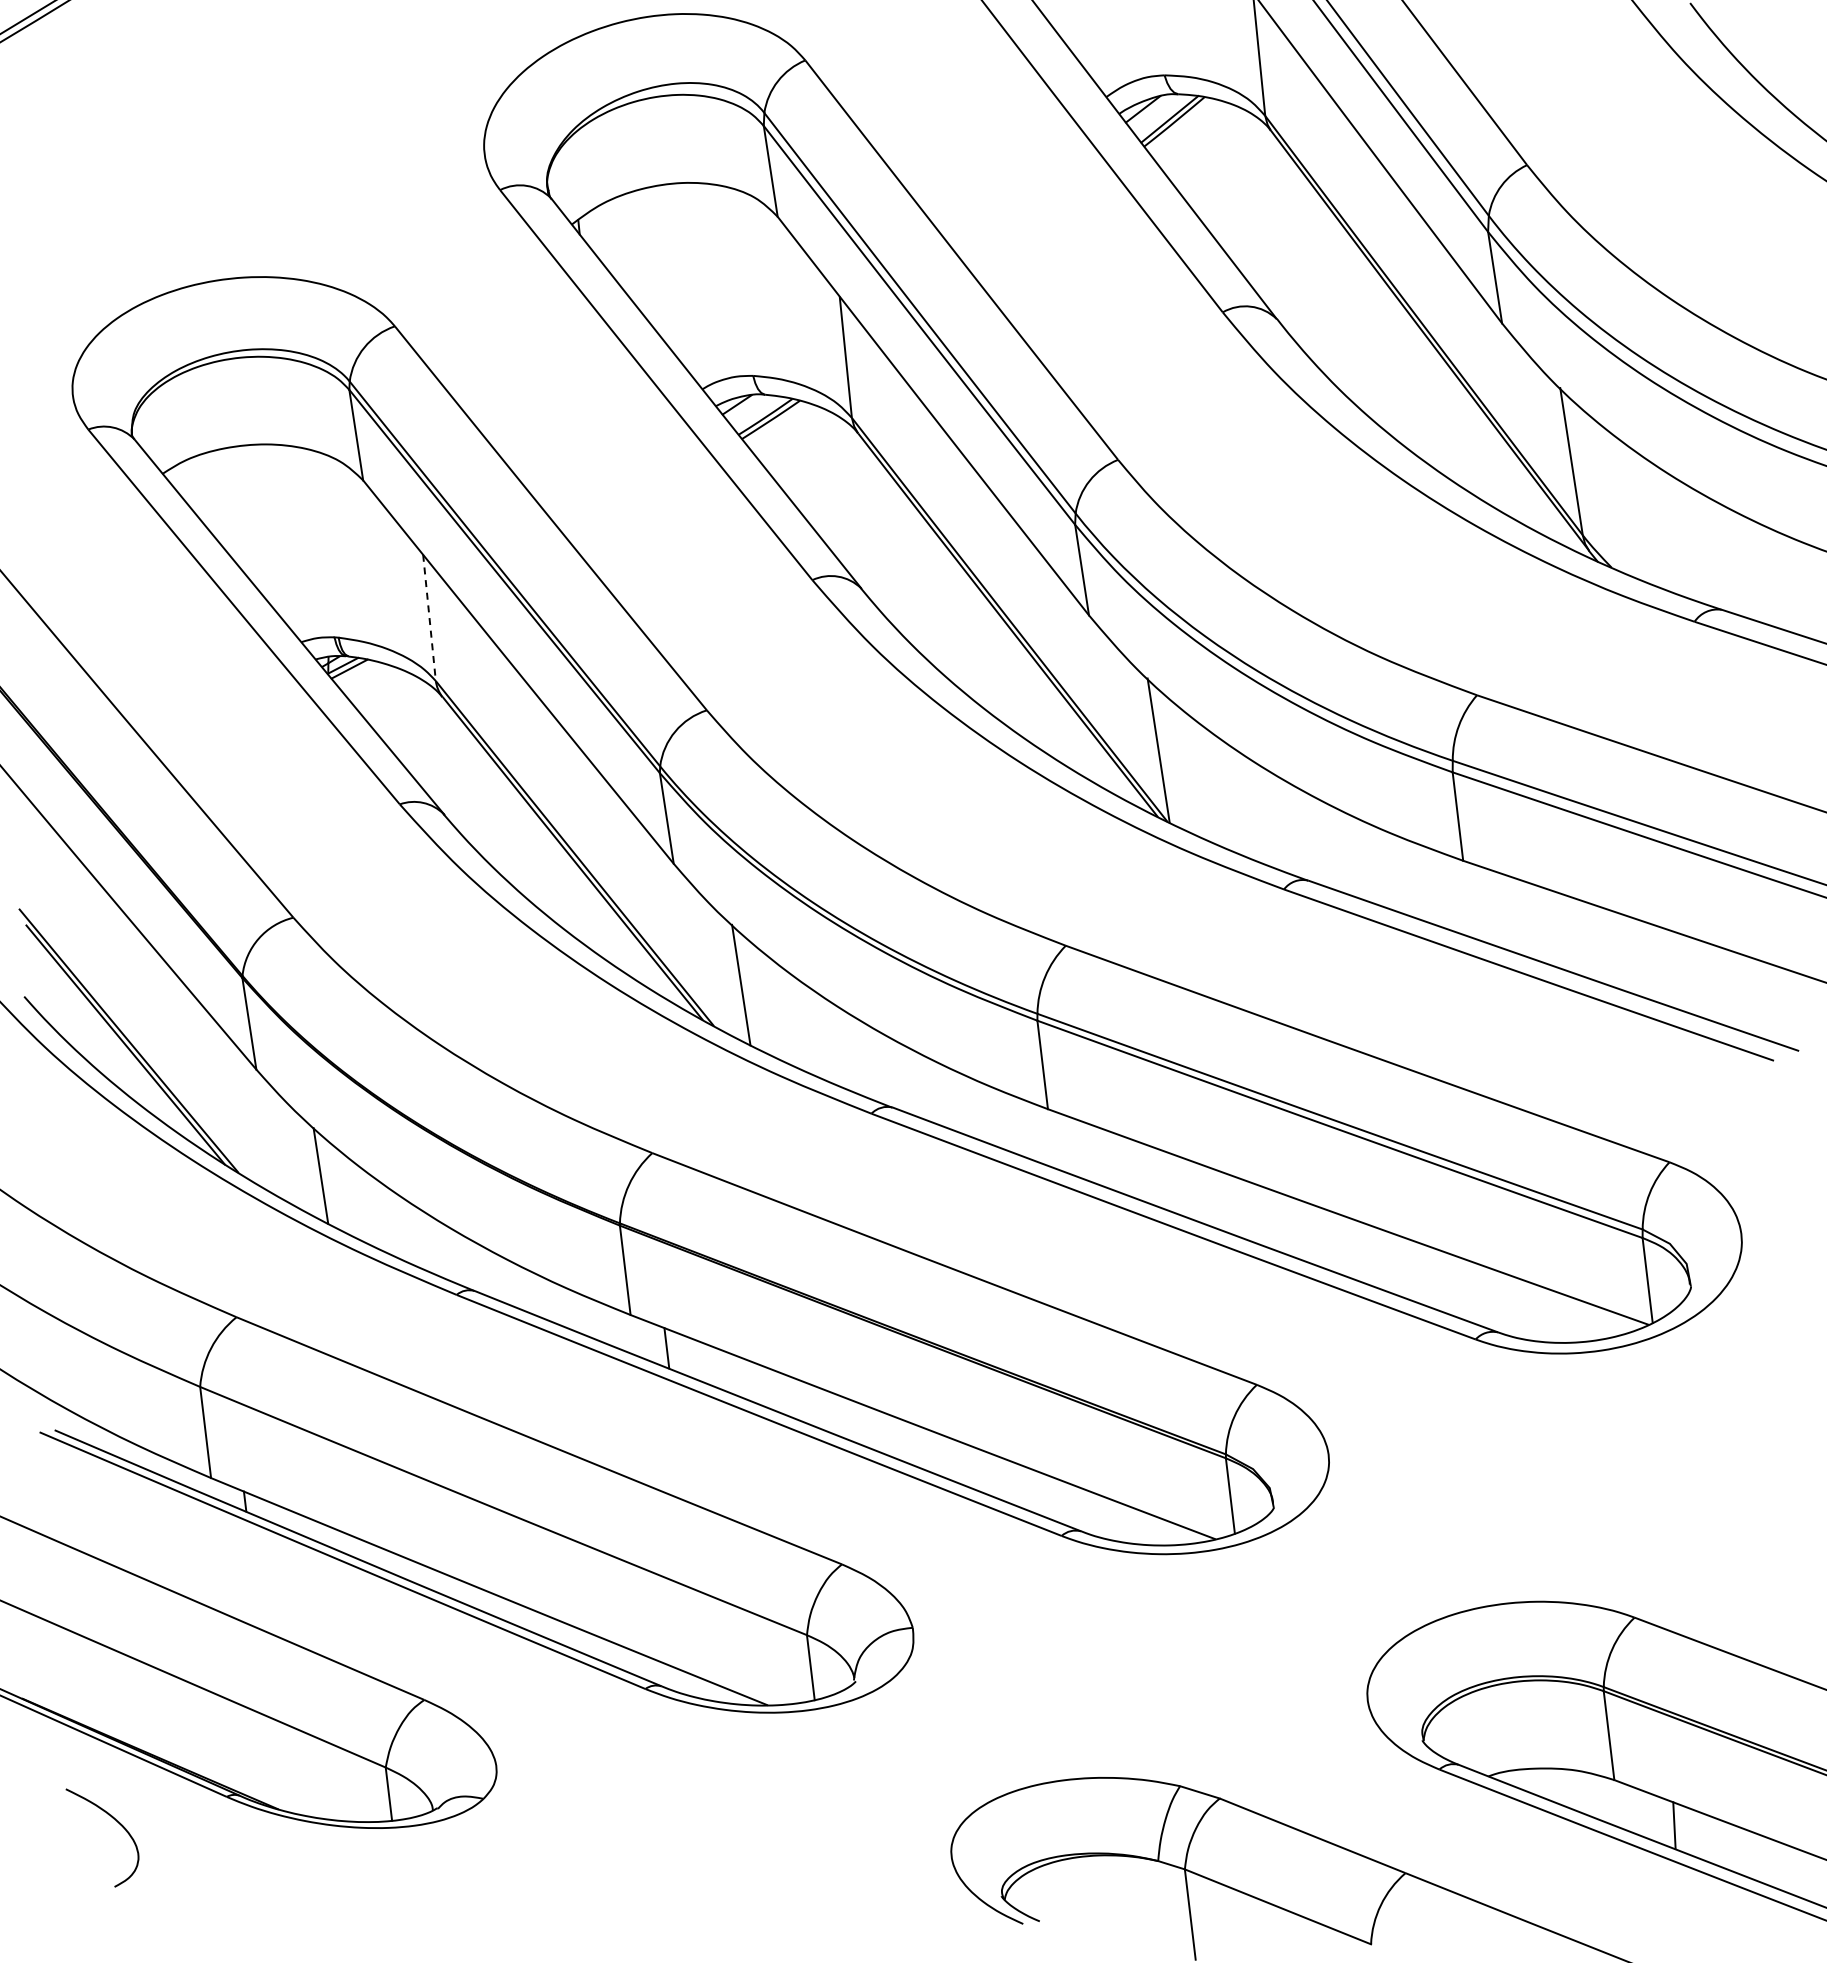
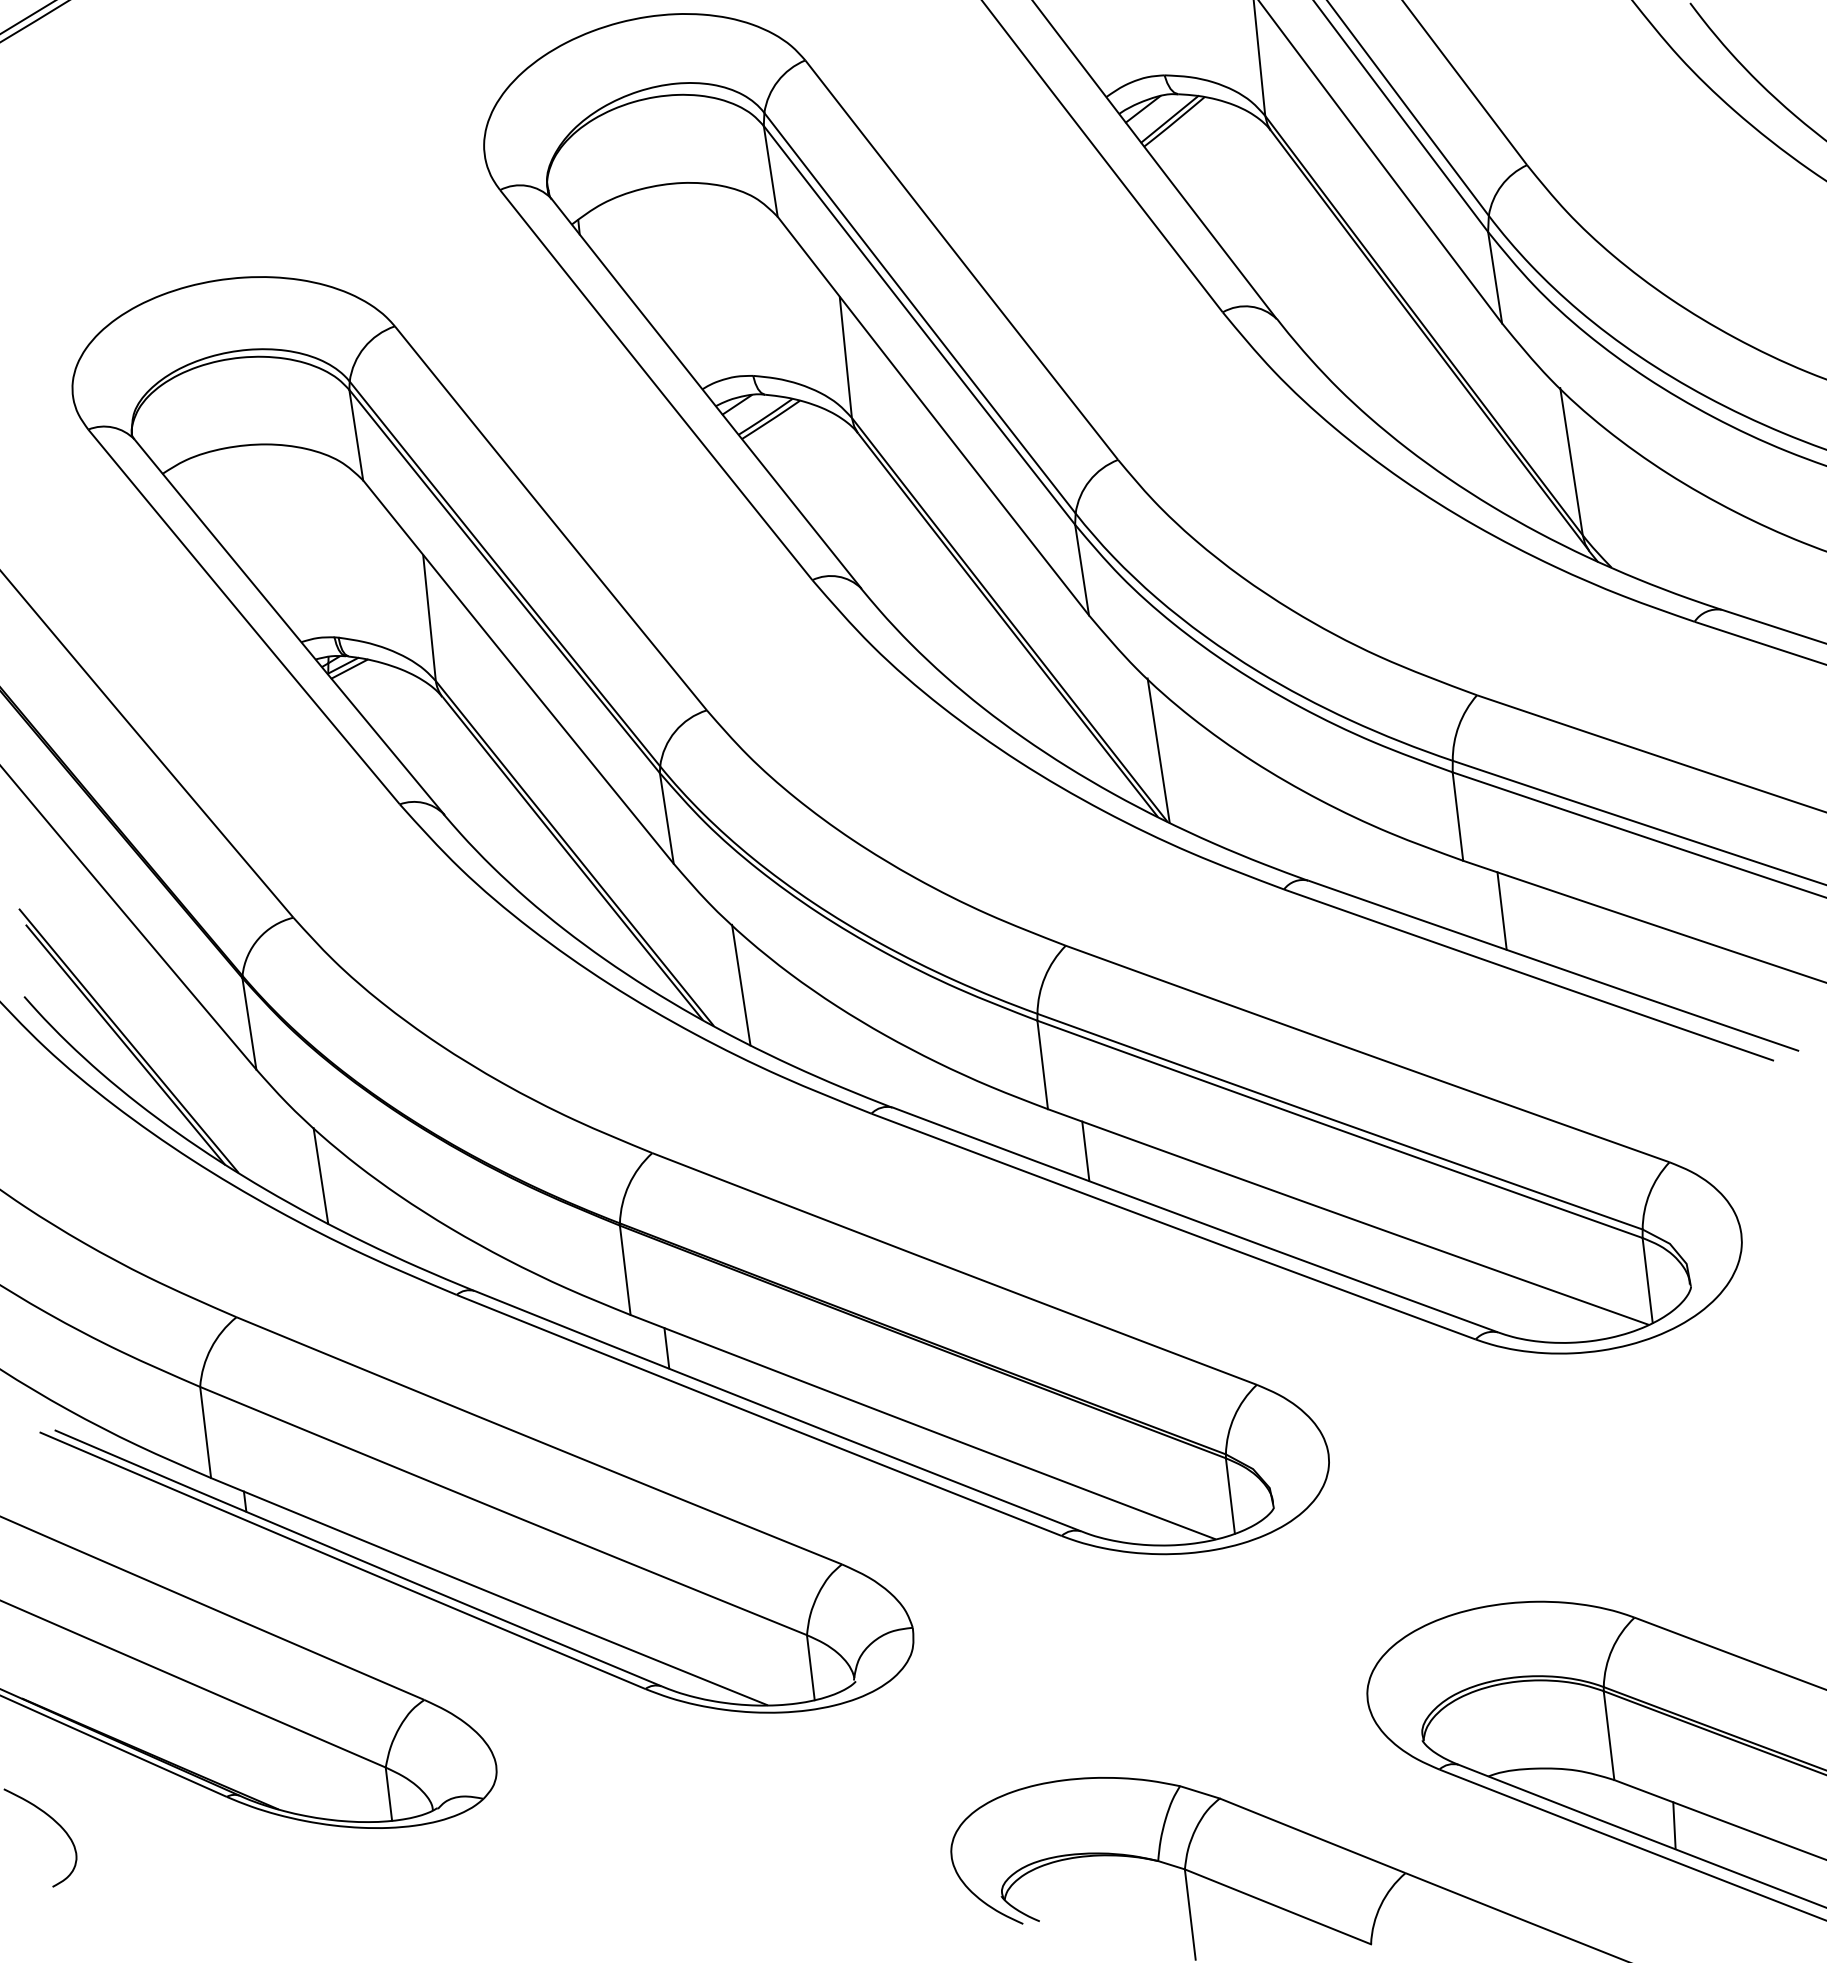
line at (429, 618): dashed -> solid
line at (1501, 910): none -> present
line at (1085, 1150): none -> present
curve at (113, 1819) position: (113, 1819) -> (51, 1819)
